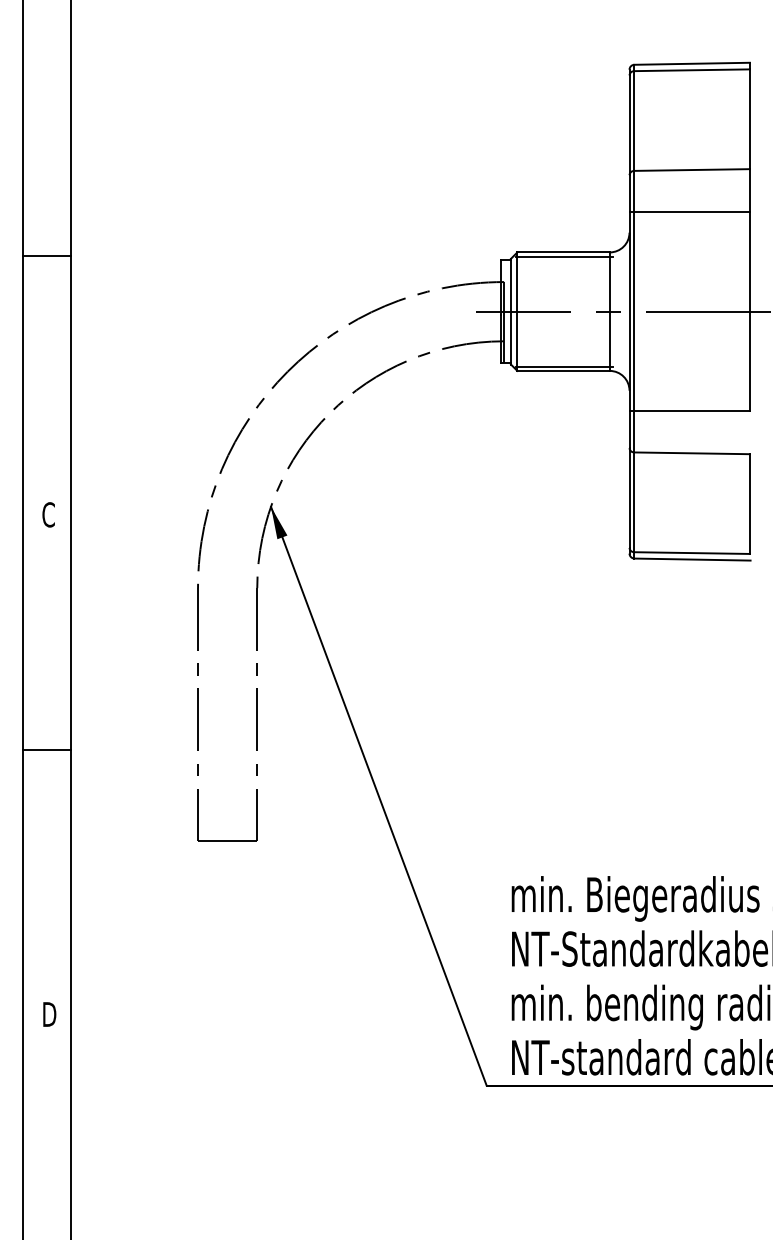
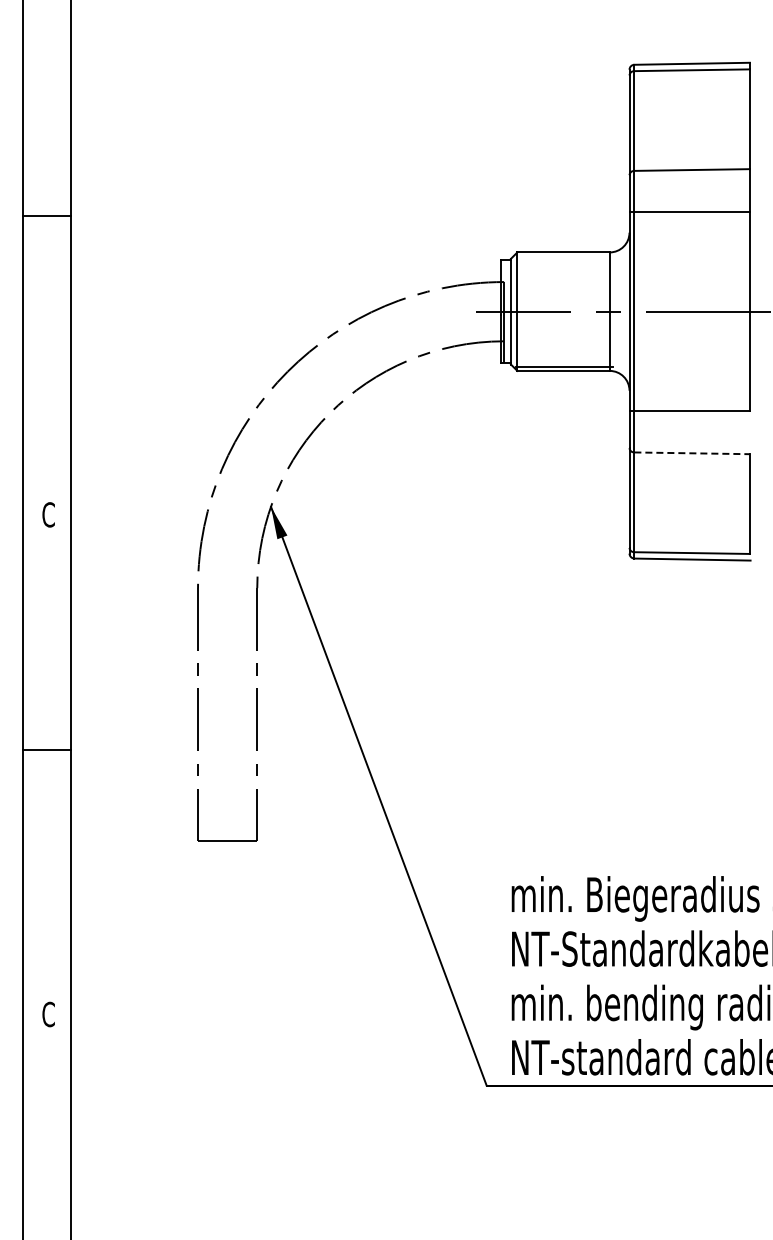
line at (47, 255) position: (47, 255) -> (47, 215)
line at (564, 256): present -> none
line at (692, 453): solid -> dashed
text at (49, 1014): D -> C
